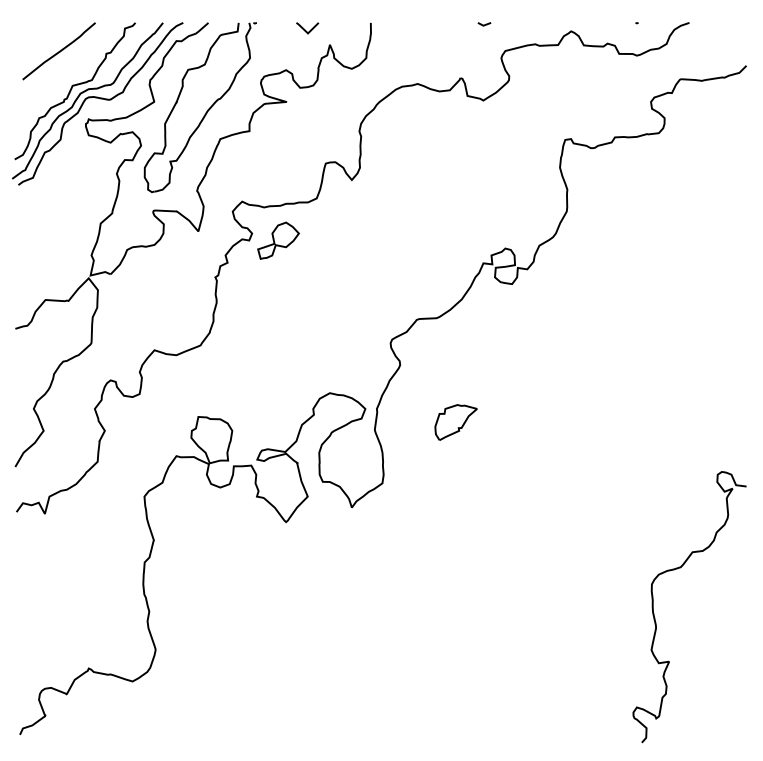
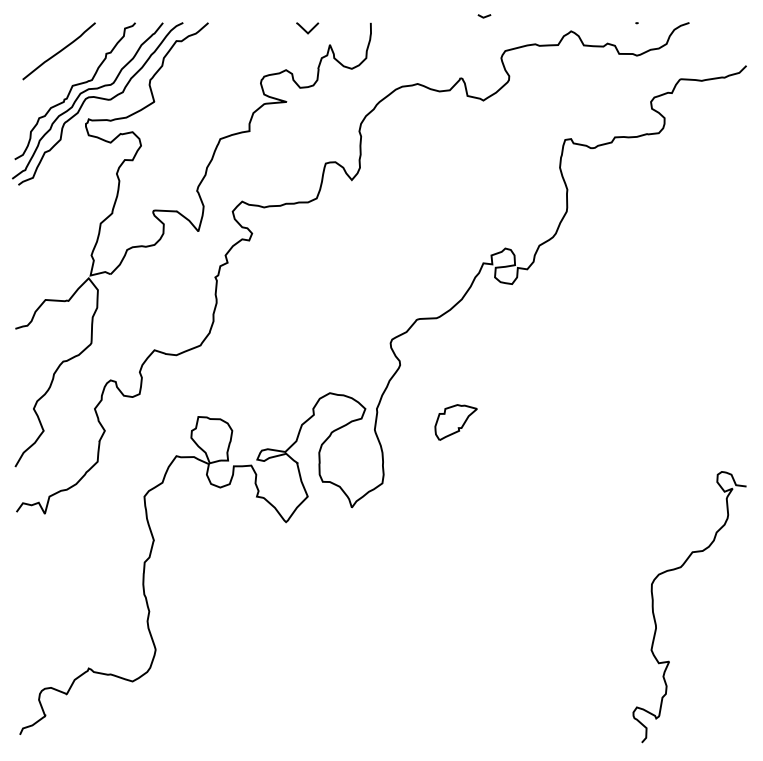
line at (484, 24) position: (484, 24) -> (484, 16)
part at (206, 110): present -> none
part at (278, 240): present -> none
